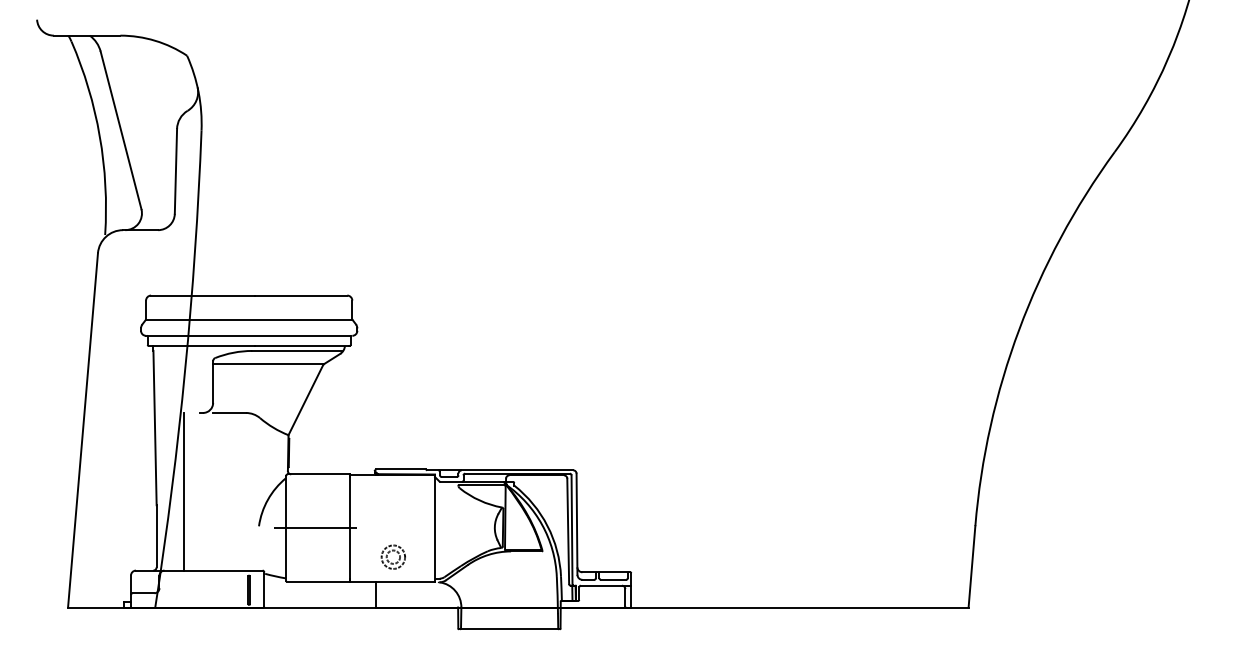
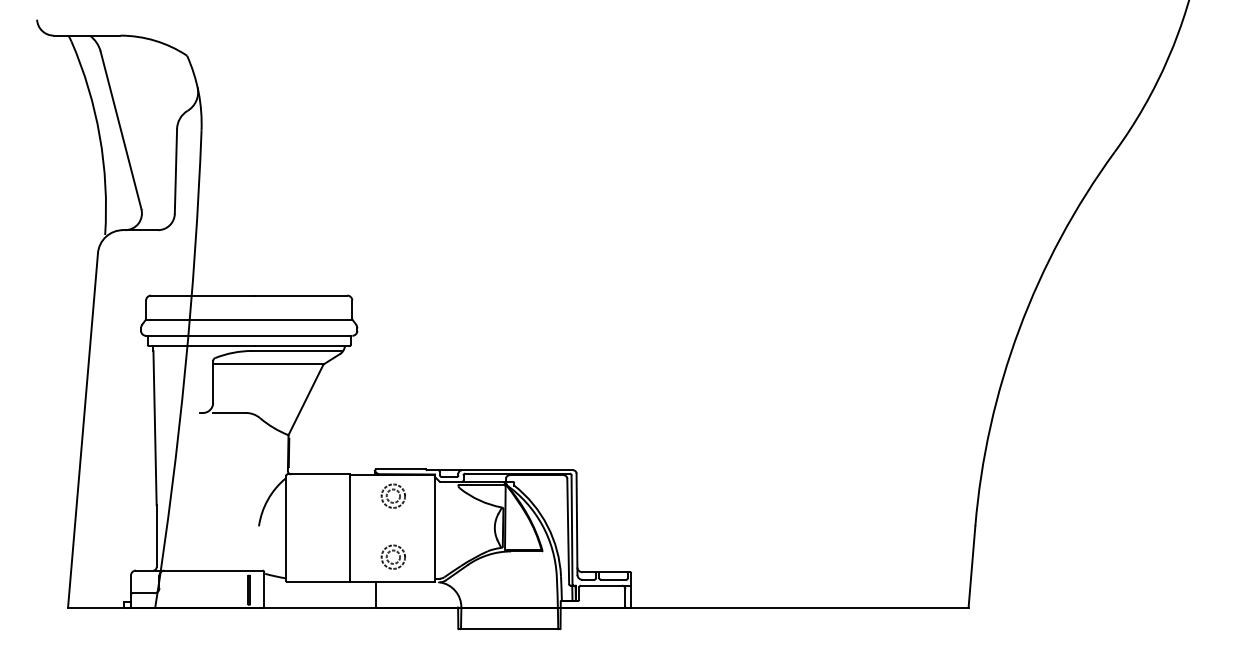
line at (184, 491): present -> none
part at (392, 495): none -> present
line at (315, 528): present -> none
